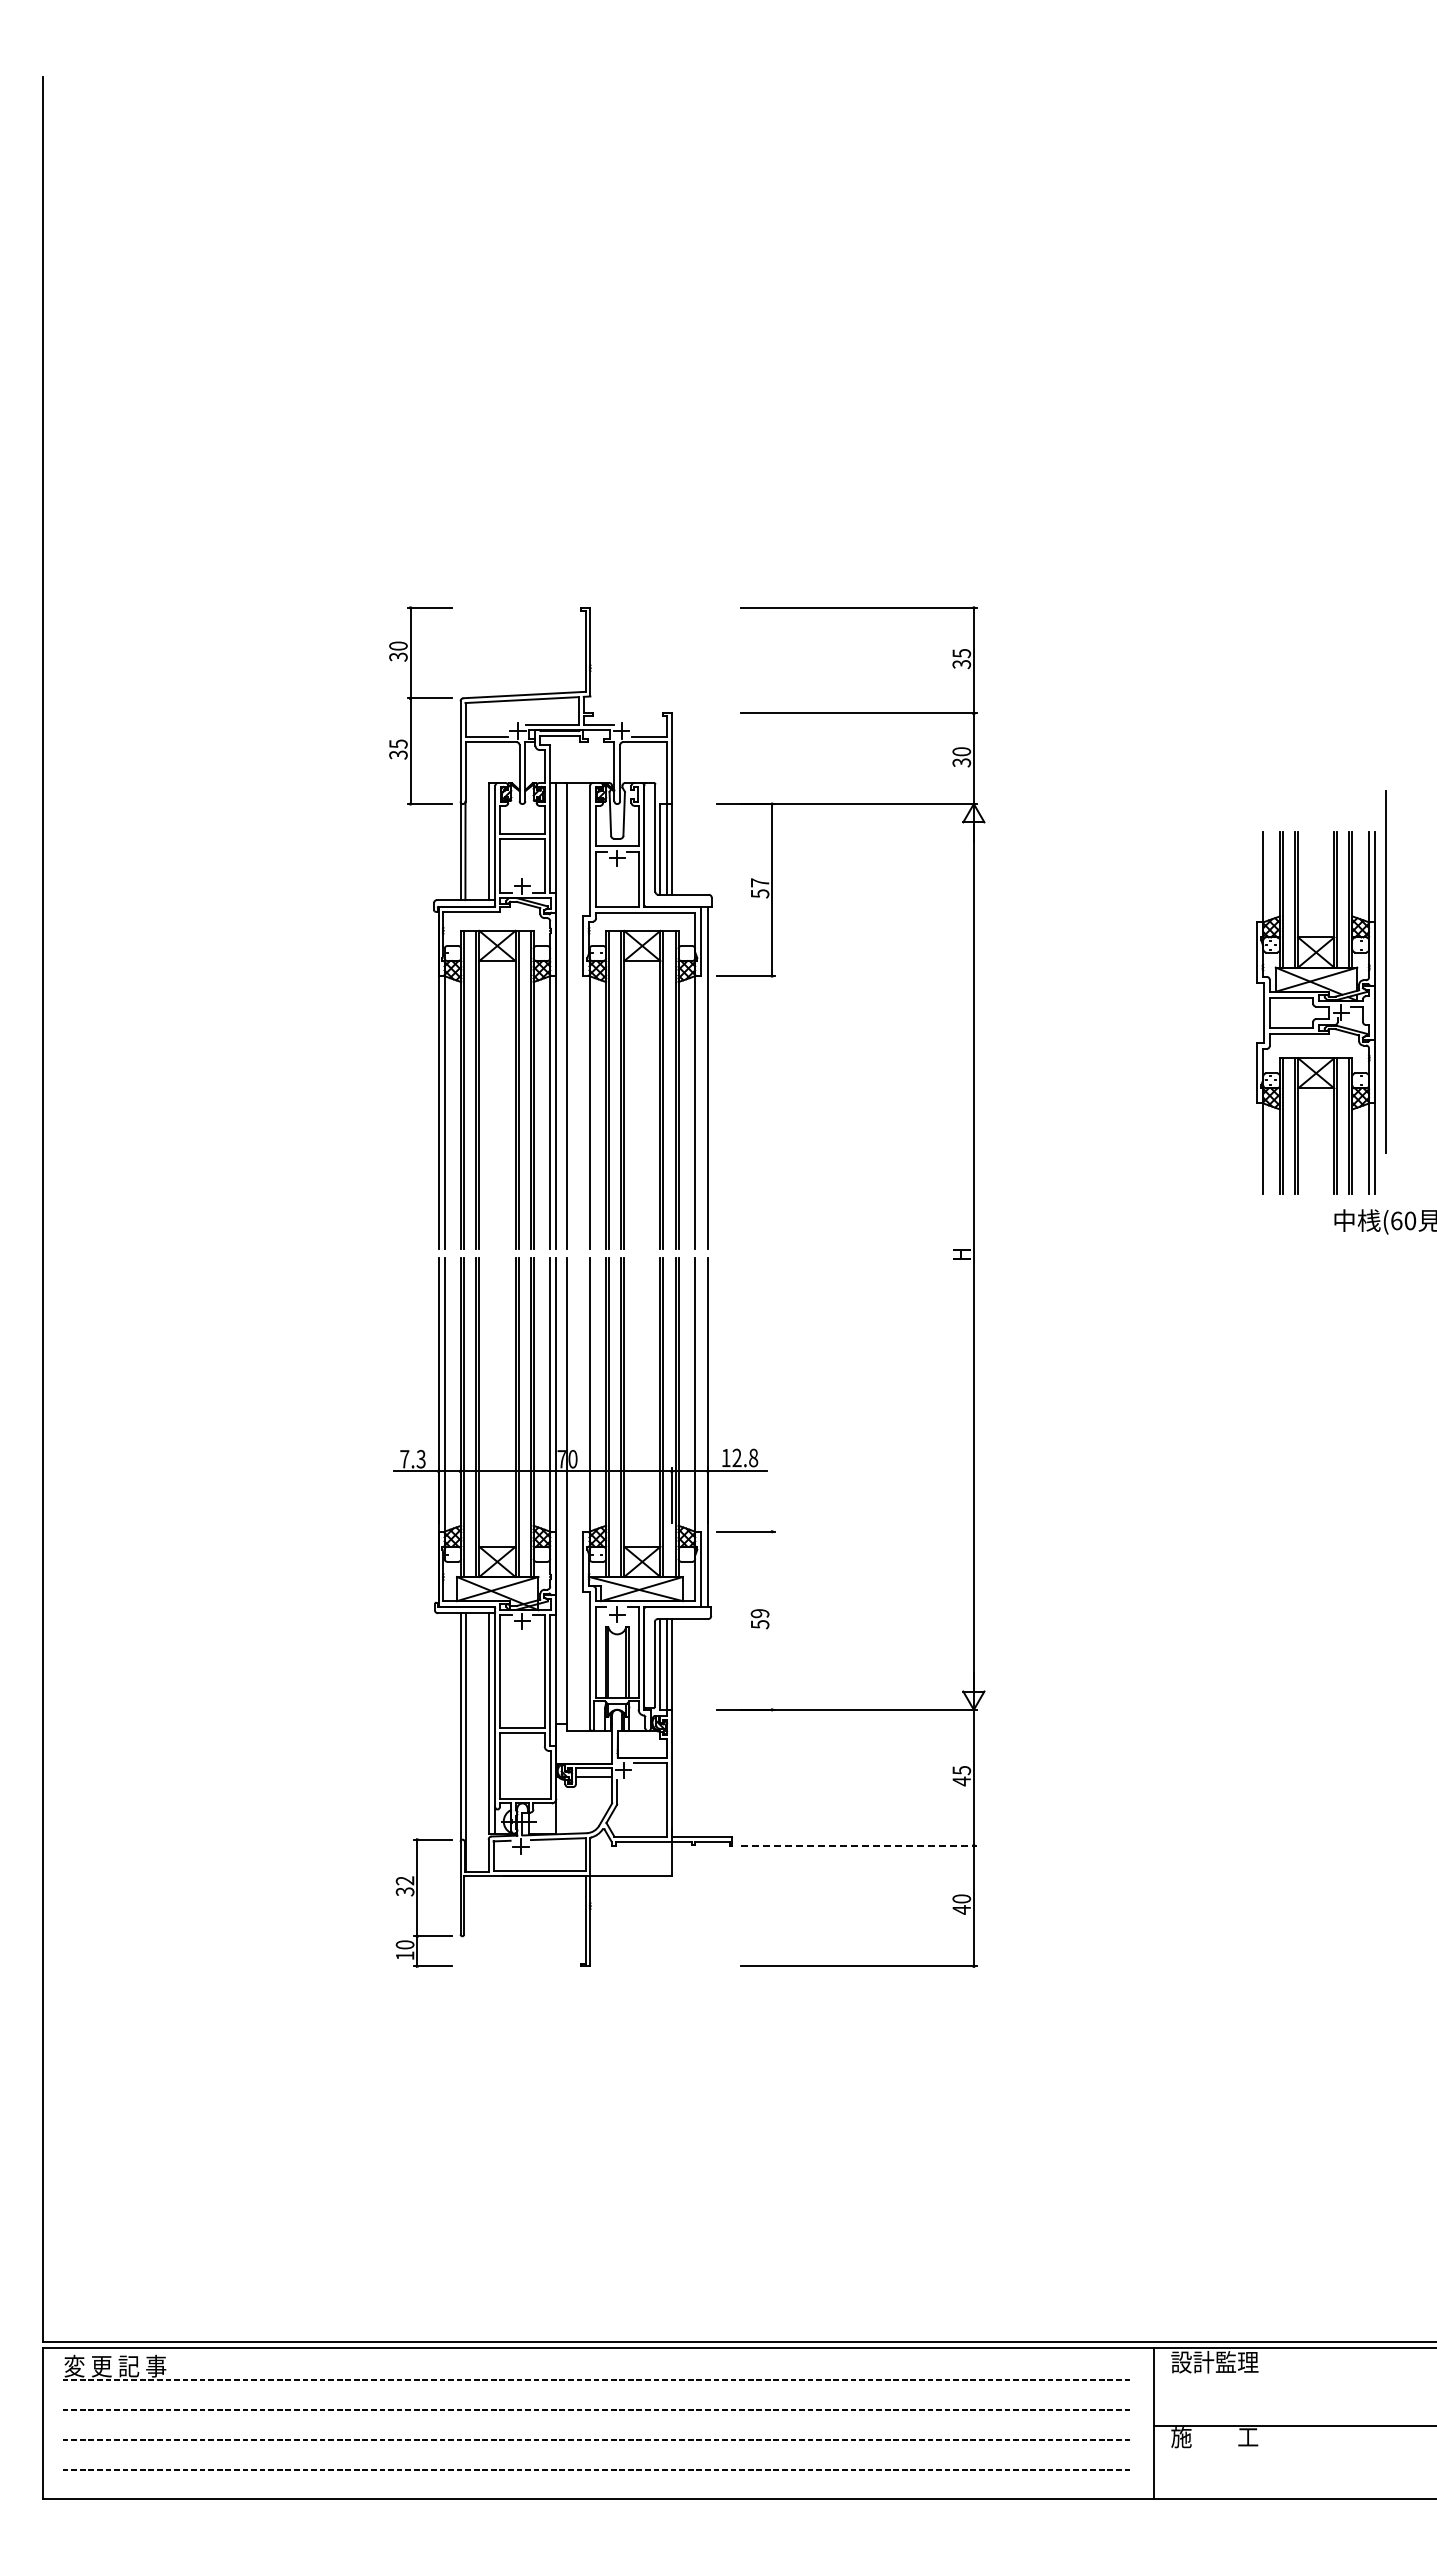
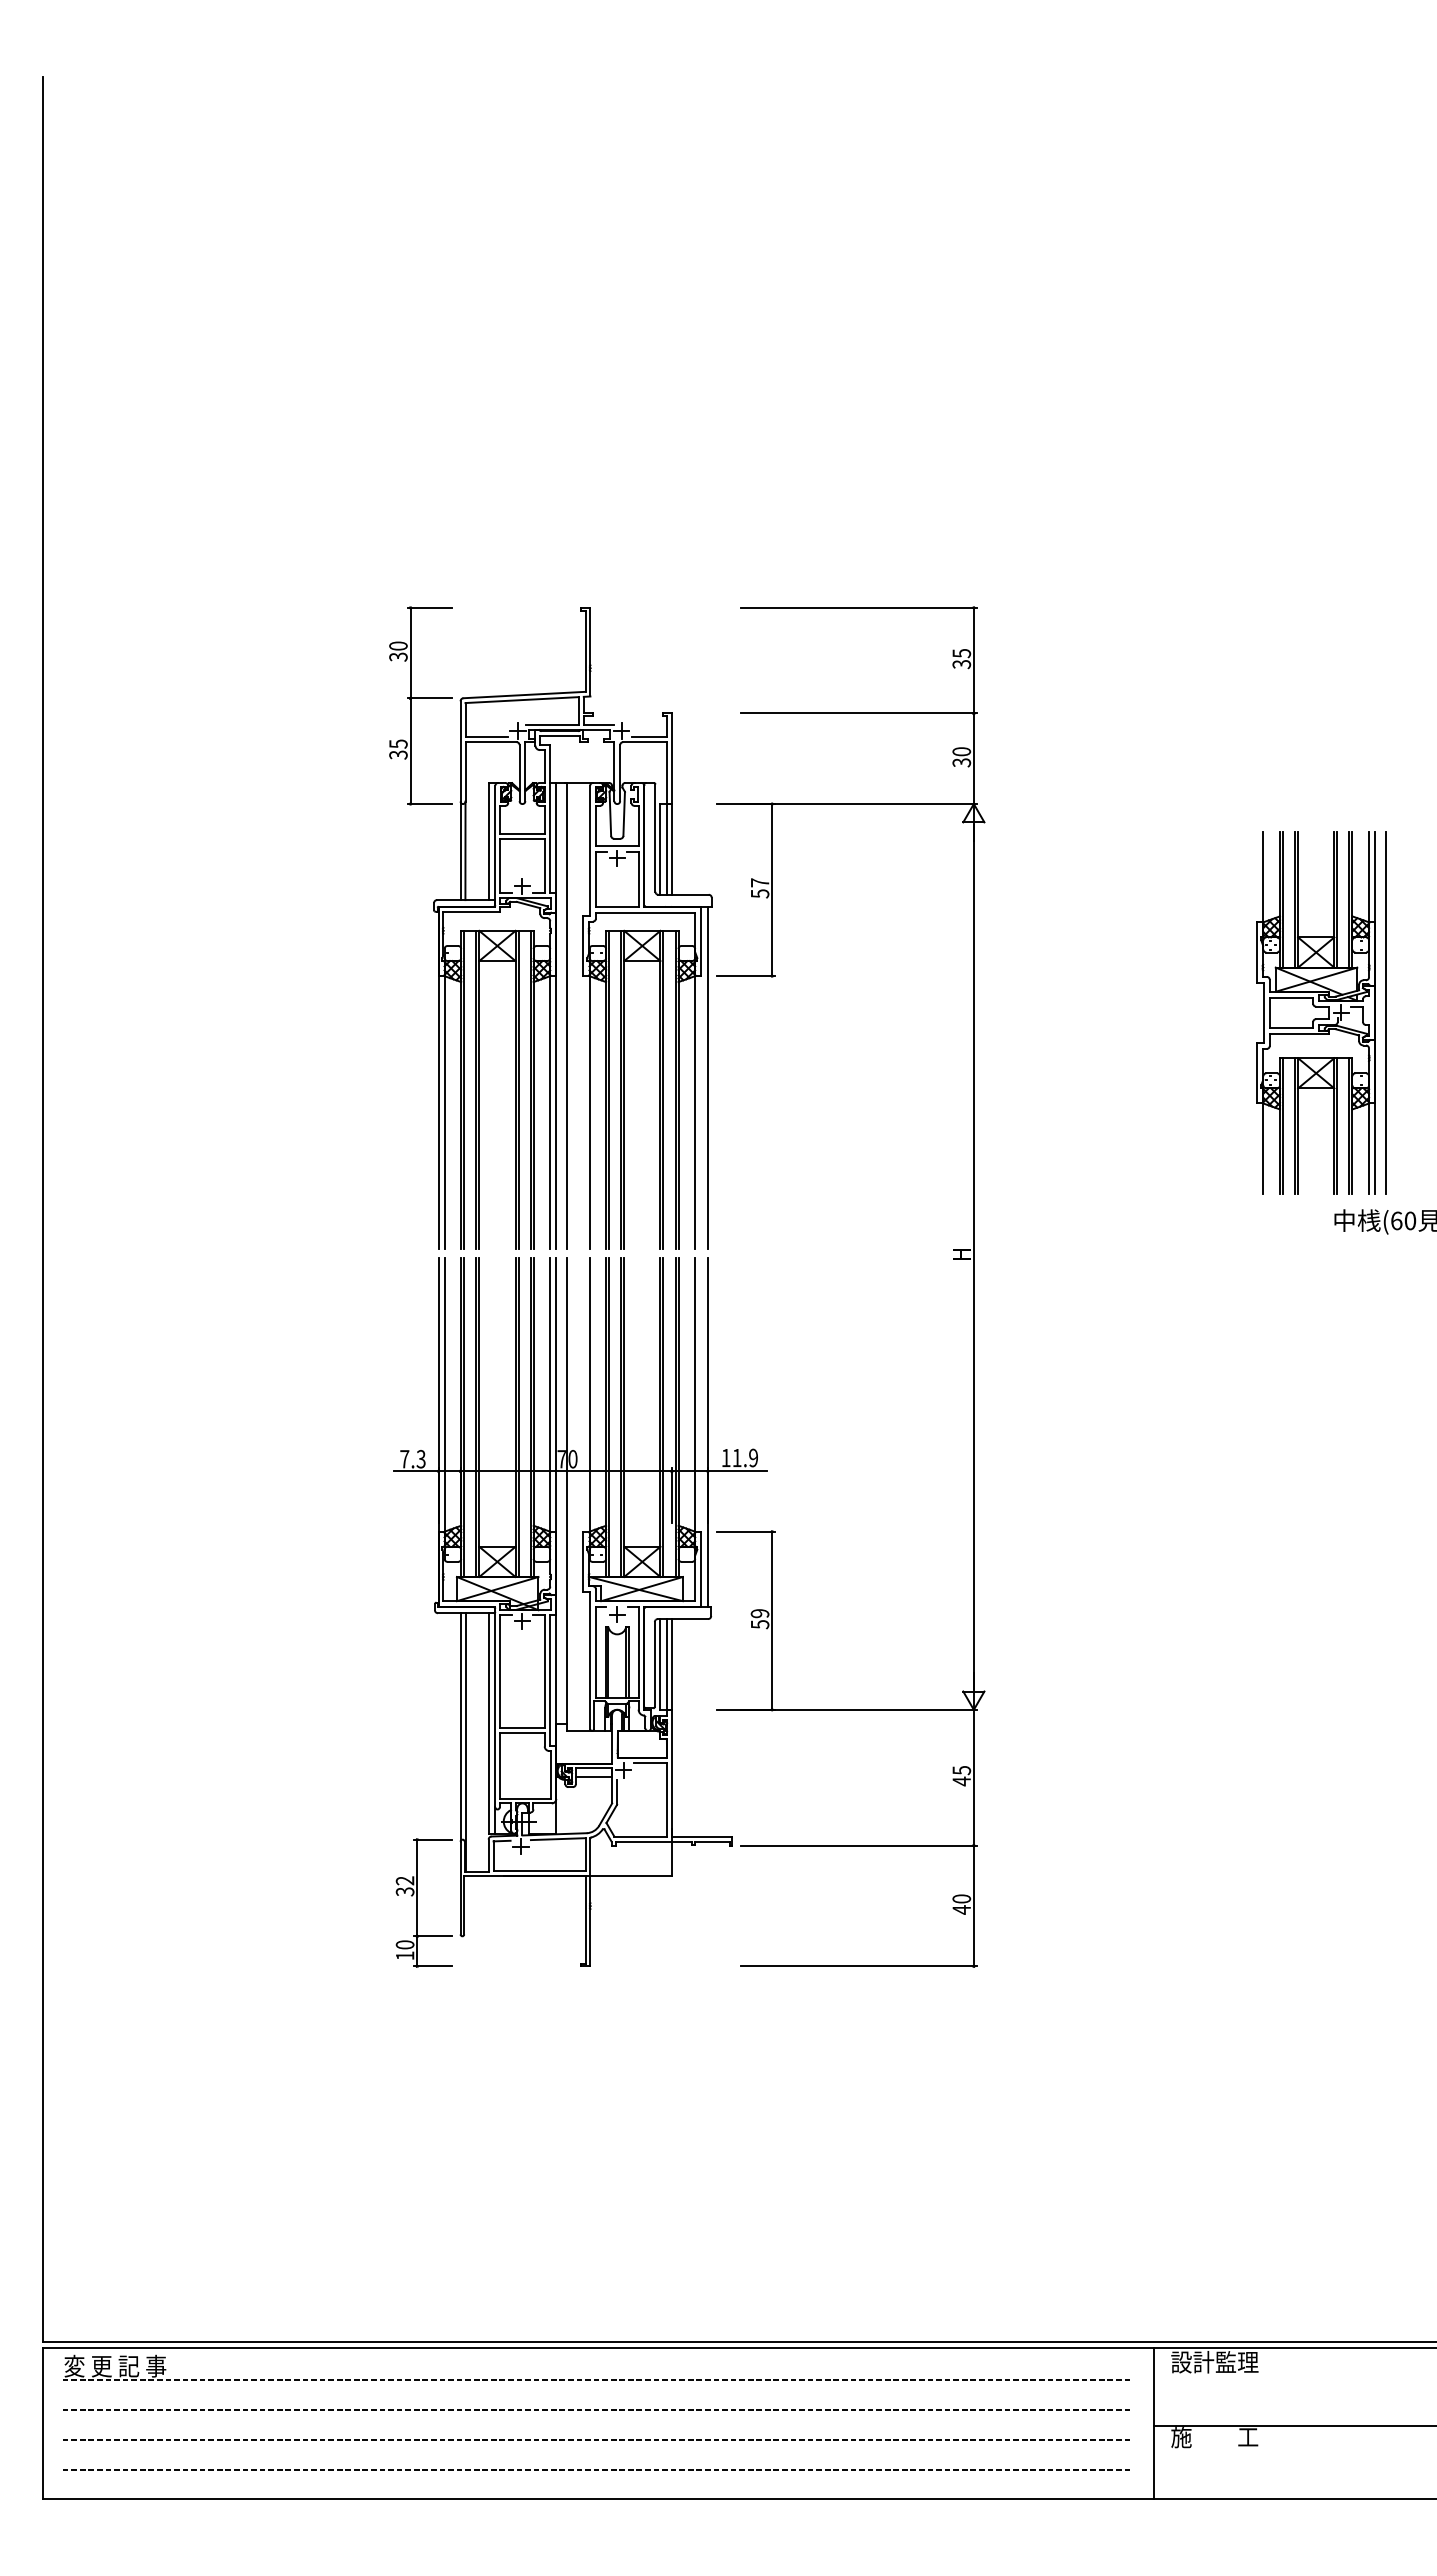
line at (1385, 971) position: (1385, 971) -> (1385, 1012)
text at (745, 1457): 12.8 -> 11.9
line at (772, 1620): none -> present
line at (859, 1845): dashed -> solid
